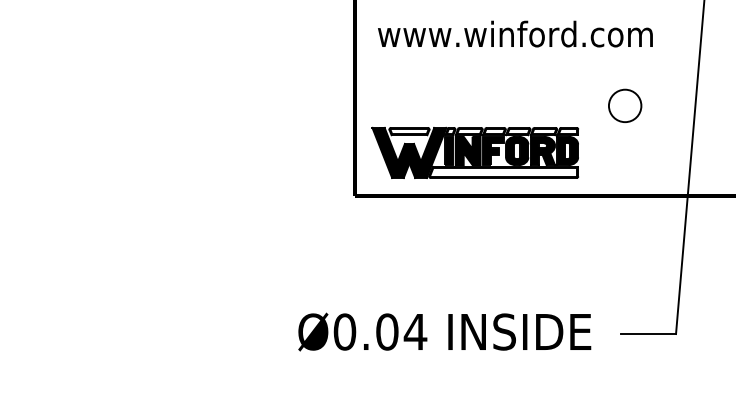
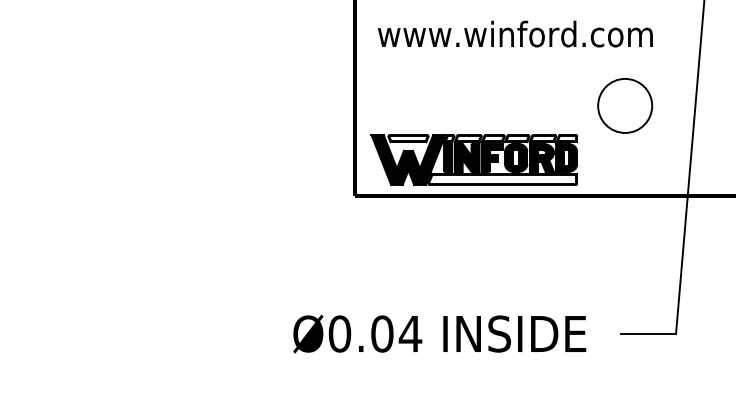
circle at (624, 105) diameter: 32 px -> 54 px
part at (474, 152) position: (474, 152) -> (473, 159)
text at (444, 331) position: (444, 331) -> (439, 333)
